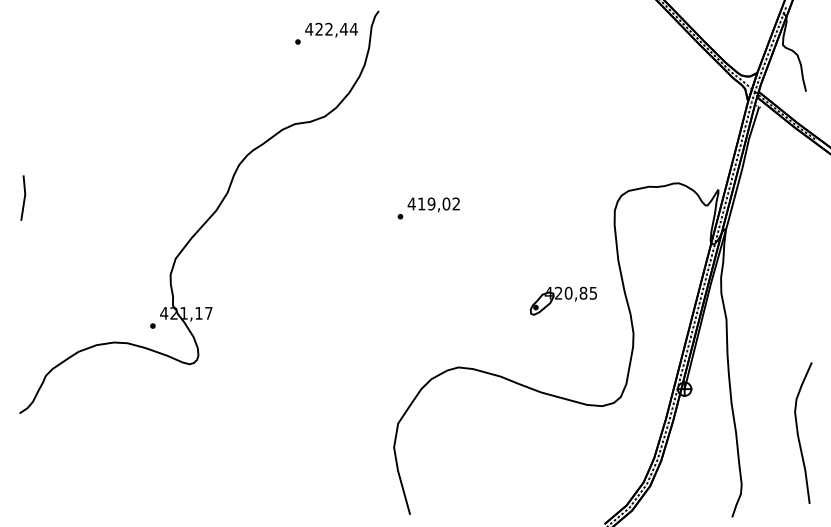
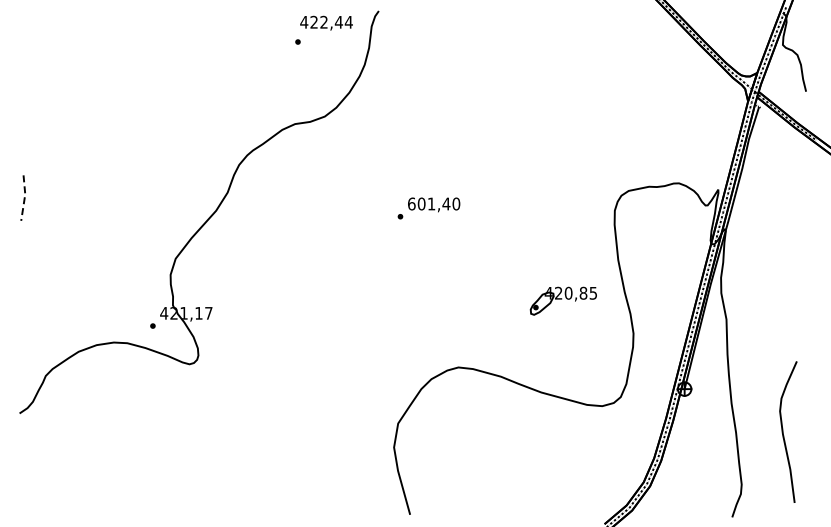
text at (331, 29) position: (331, 29) -> (326, 22)
line at (24, 197): solid -> dashed
text at (433, 203): 419,02 -> 601,40
curve at (798, 432) position: (798, 432) -> (783, 431)
